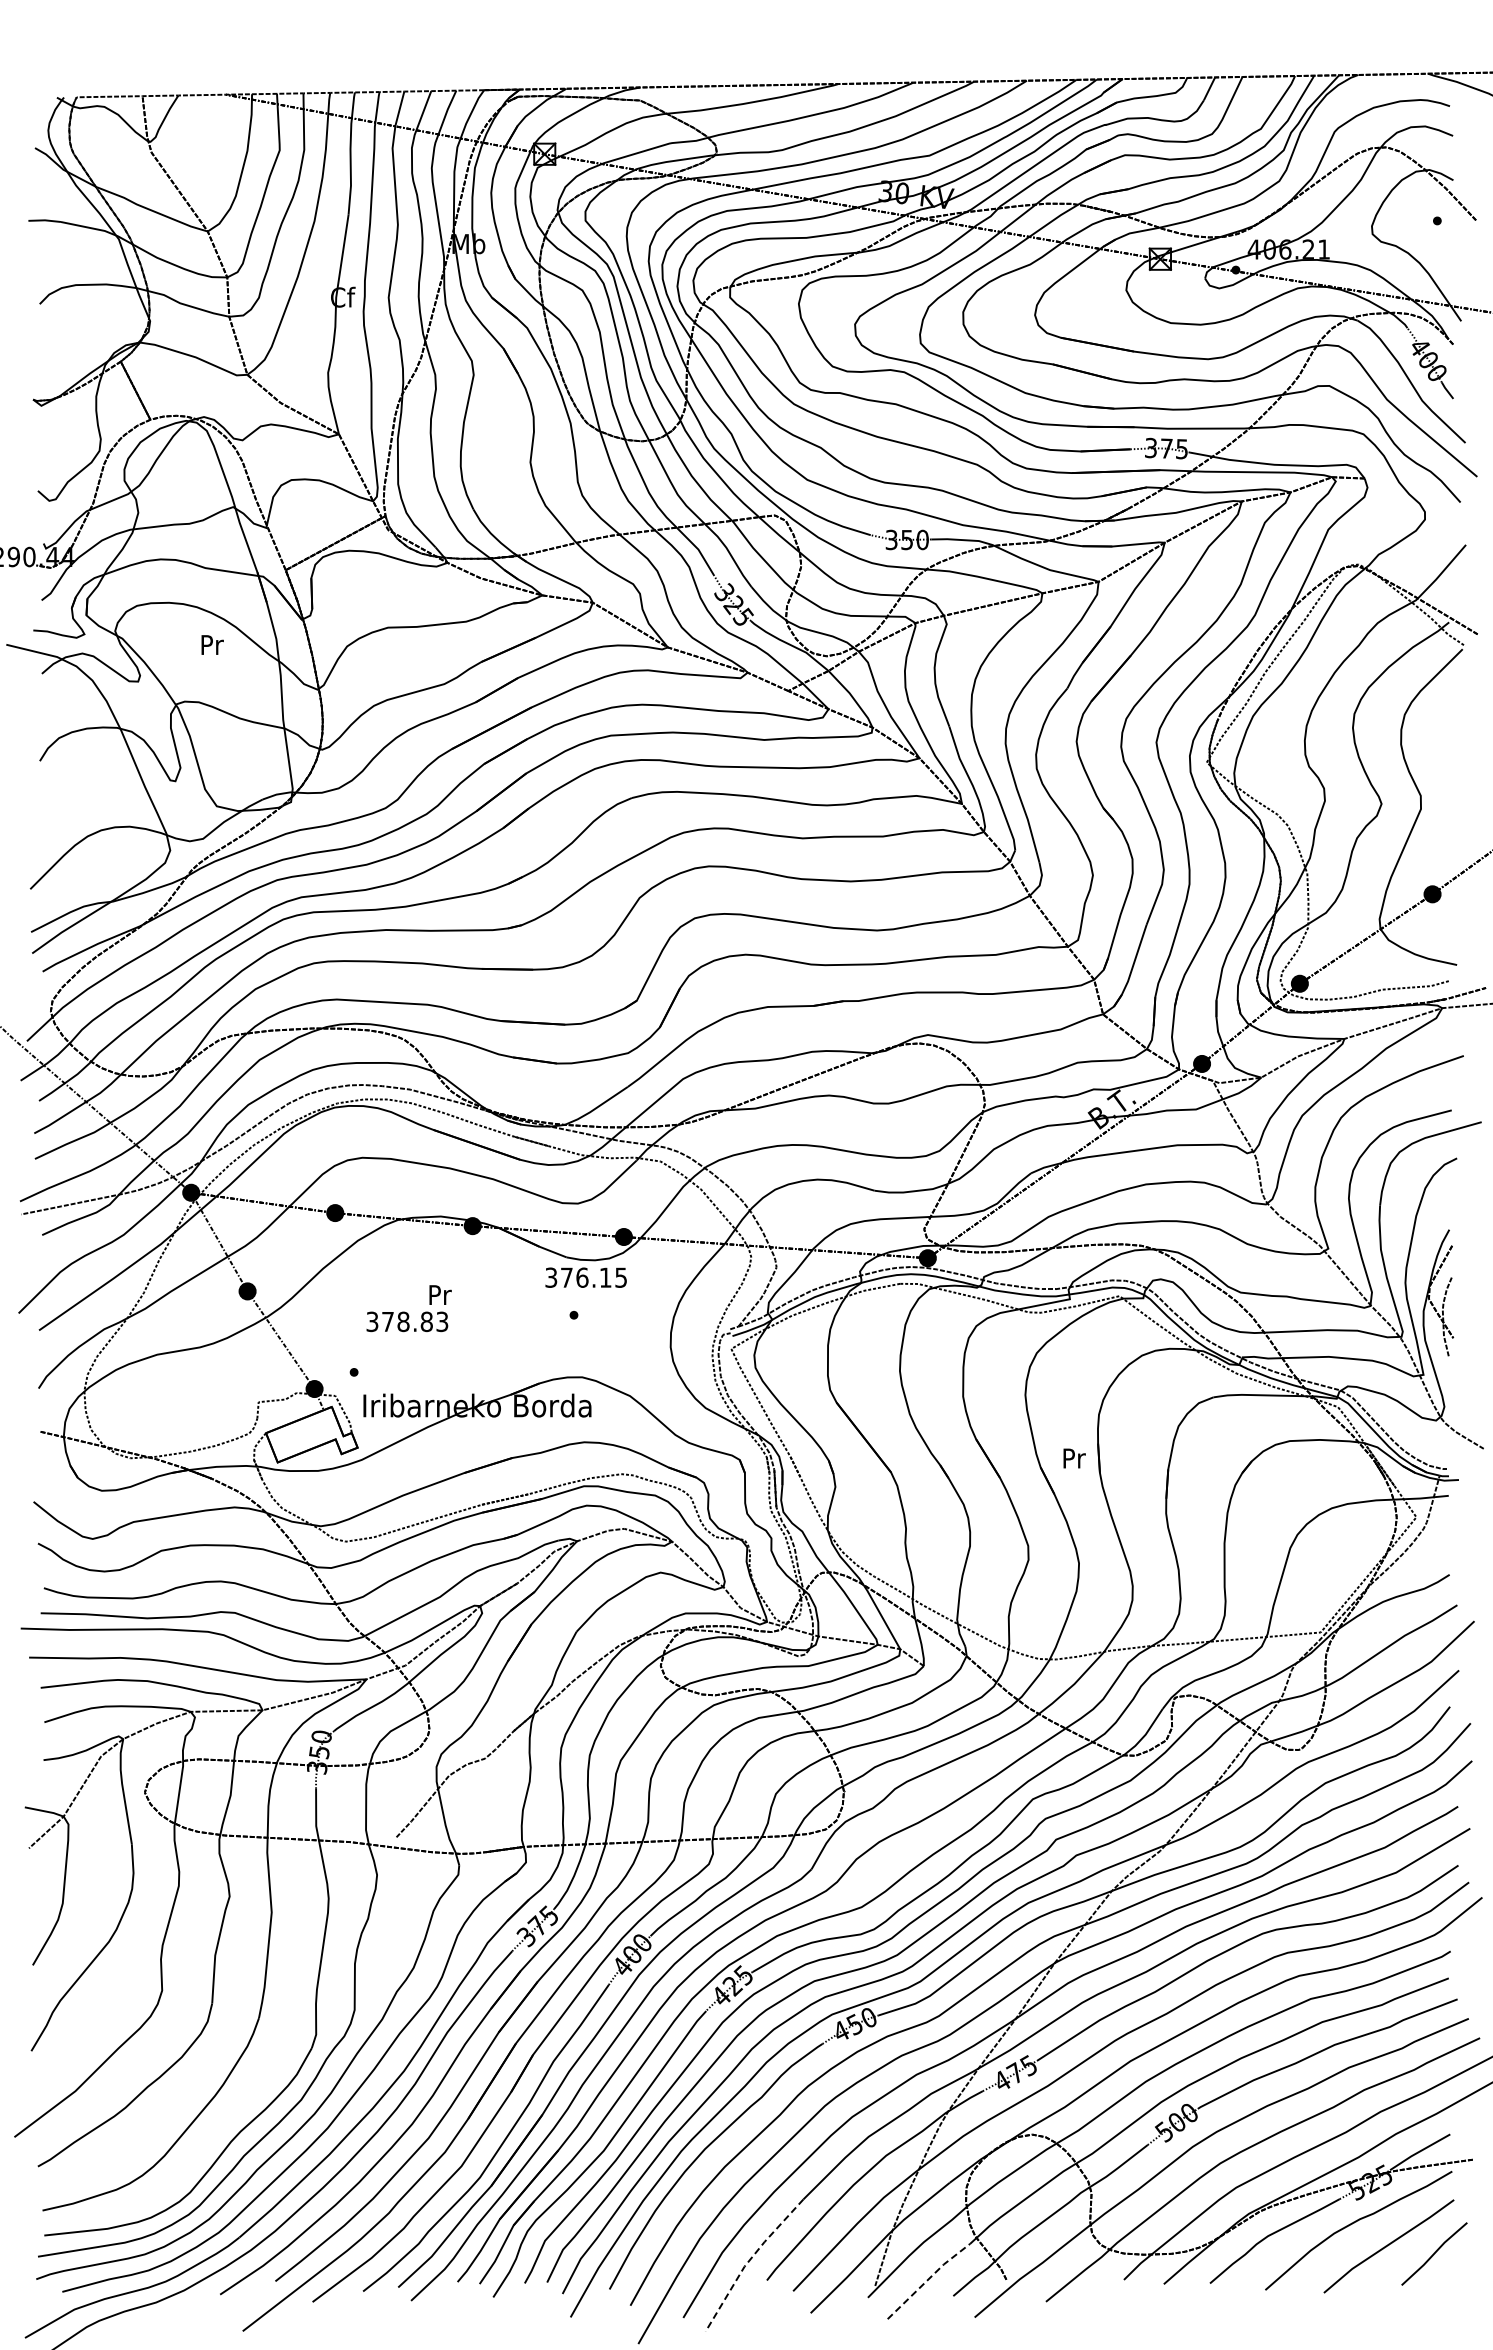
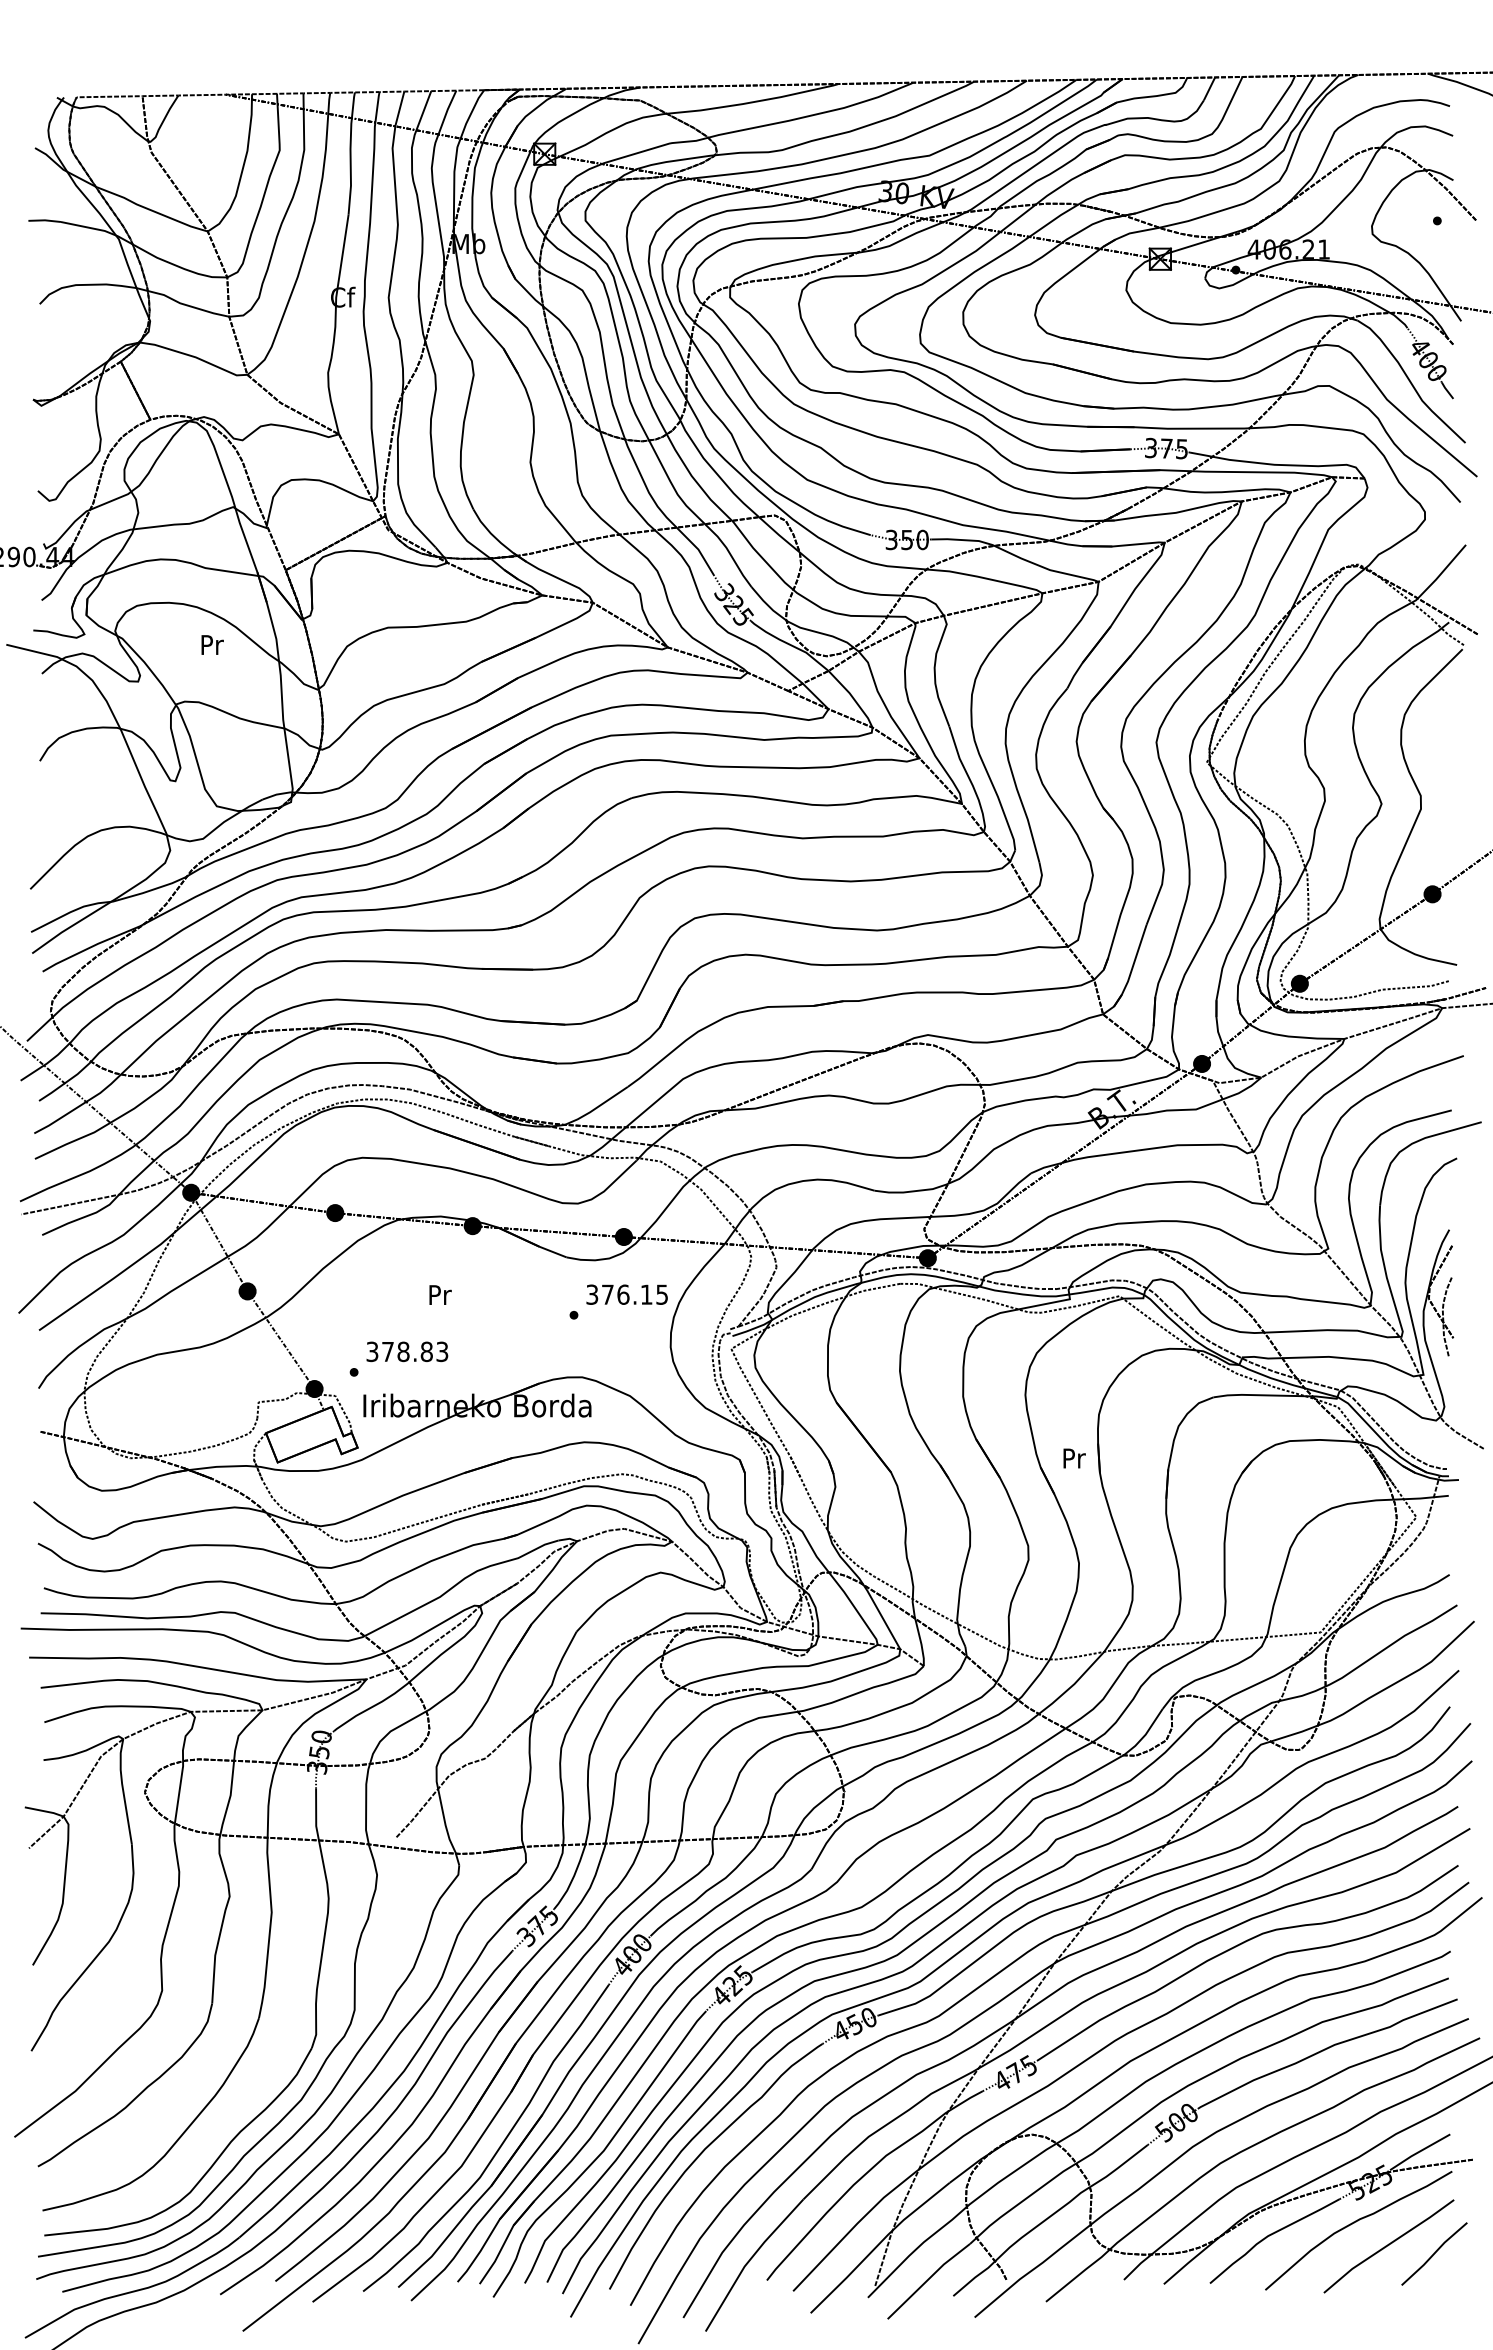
text at (585, 1277) position: (585, 1277) -> (626, 1294)
text at (407, 1321) position: (407, 1321) -> (407, 1351)
line at (748, 2261): dashed -> solid
line at (928, 2279): dashed -> solid
